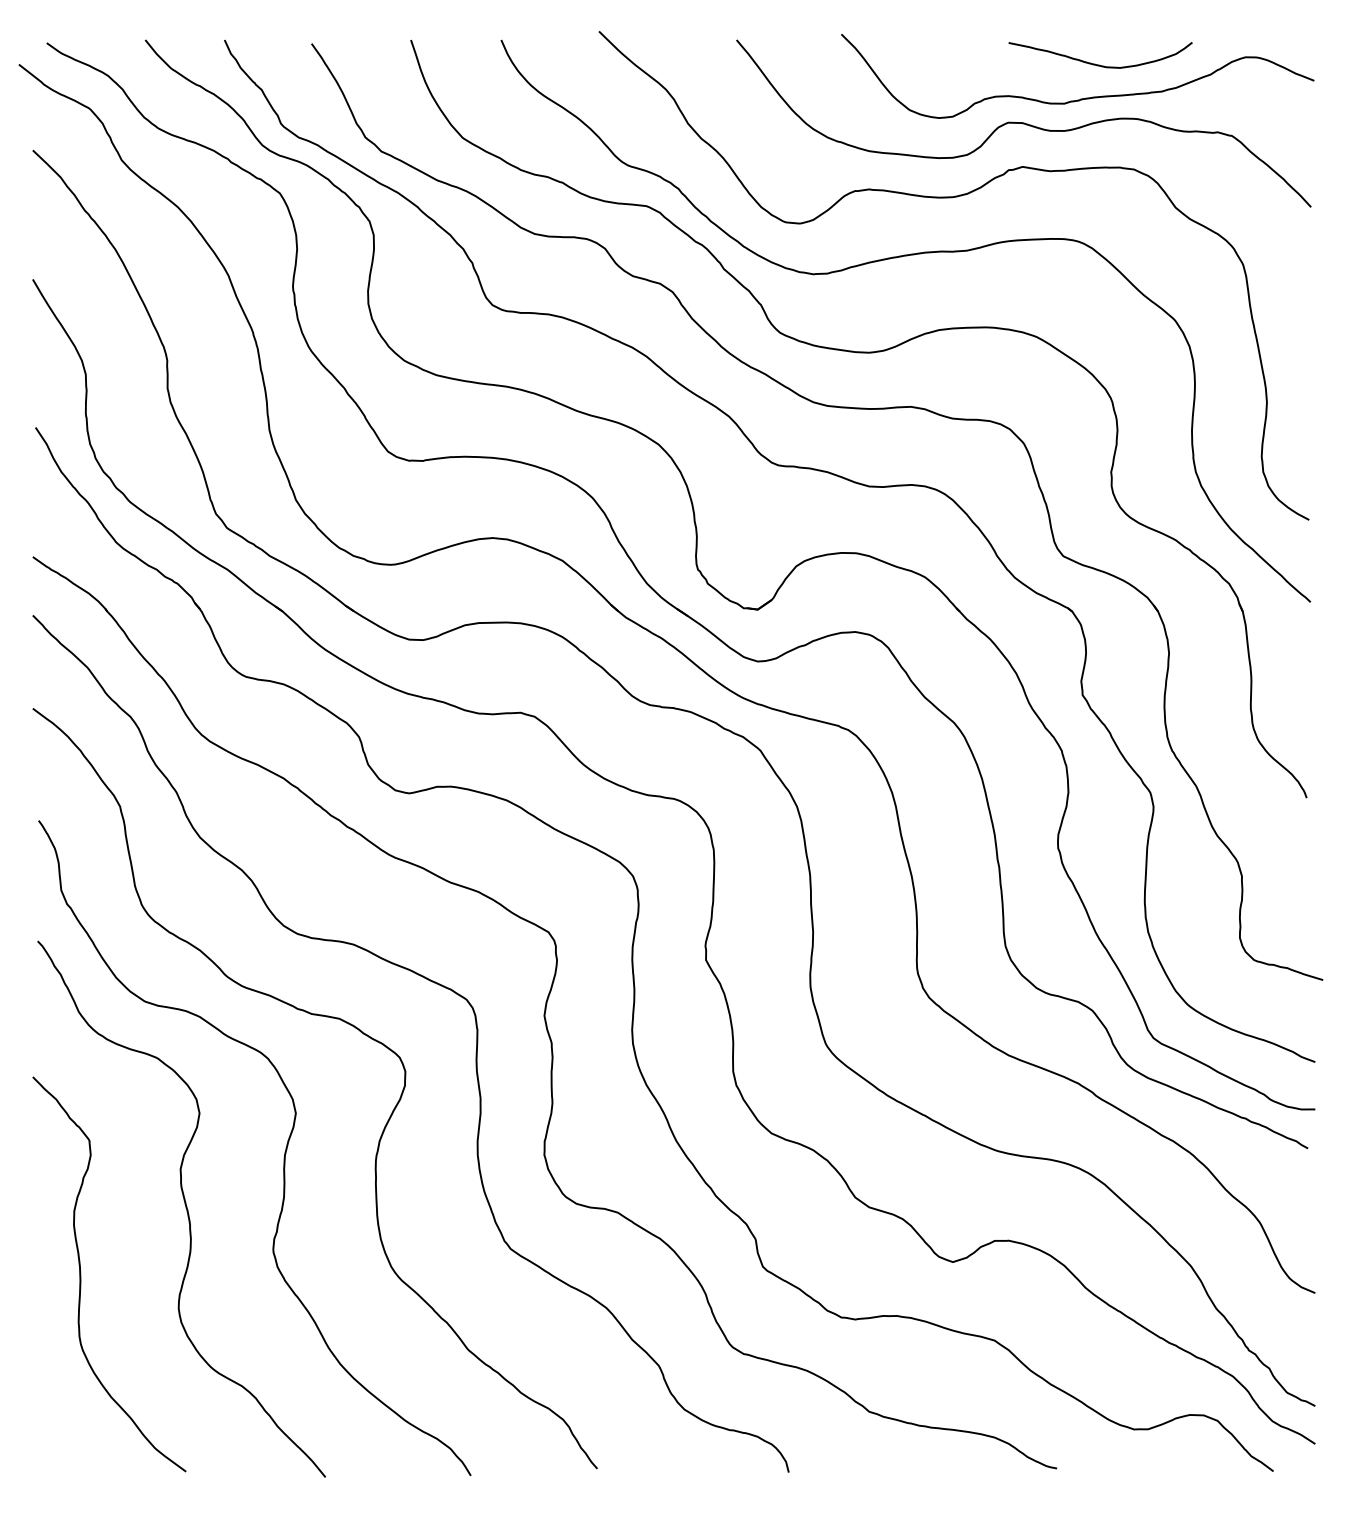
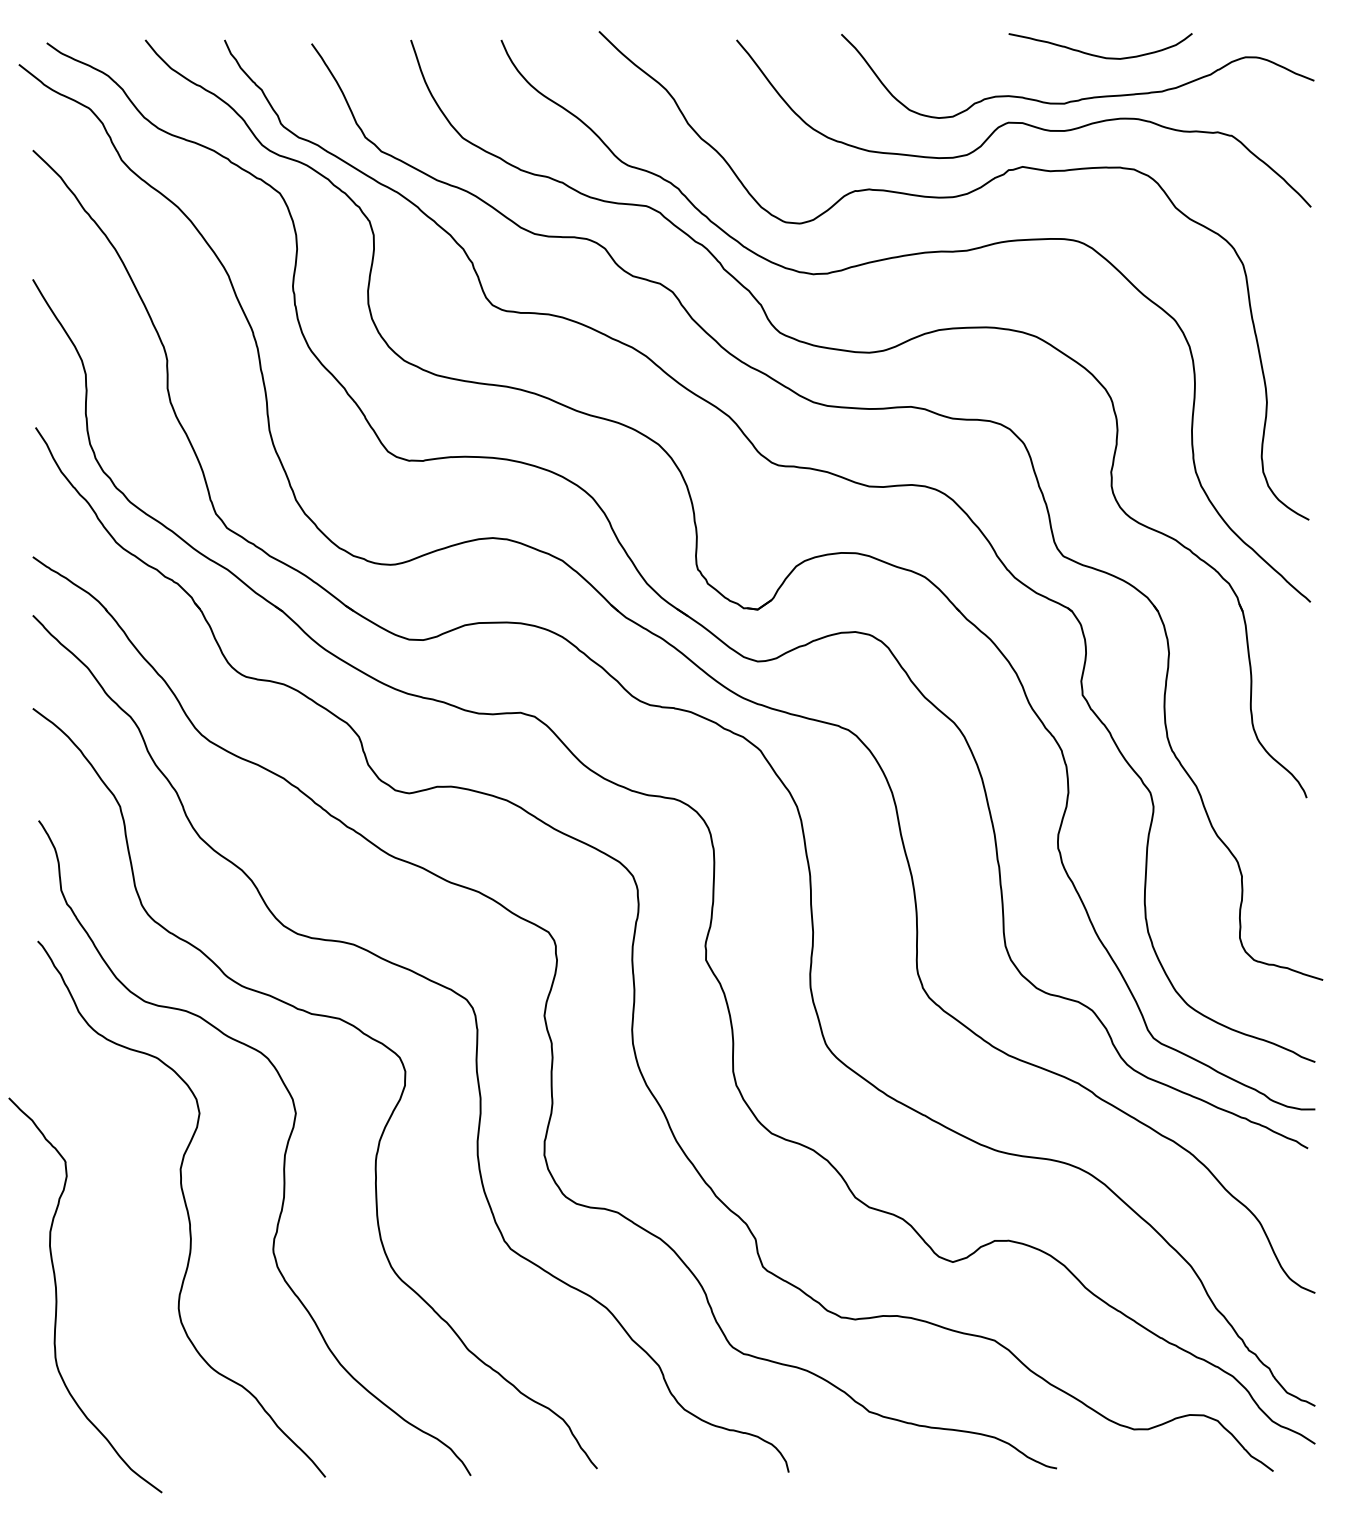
curve at (1099, 64) position: (1099, 64) -> (1099, 55)
curve at (81, 1274) position: (81, 1274) -> (57, 1295)
